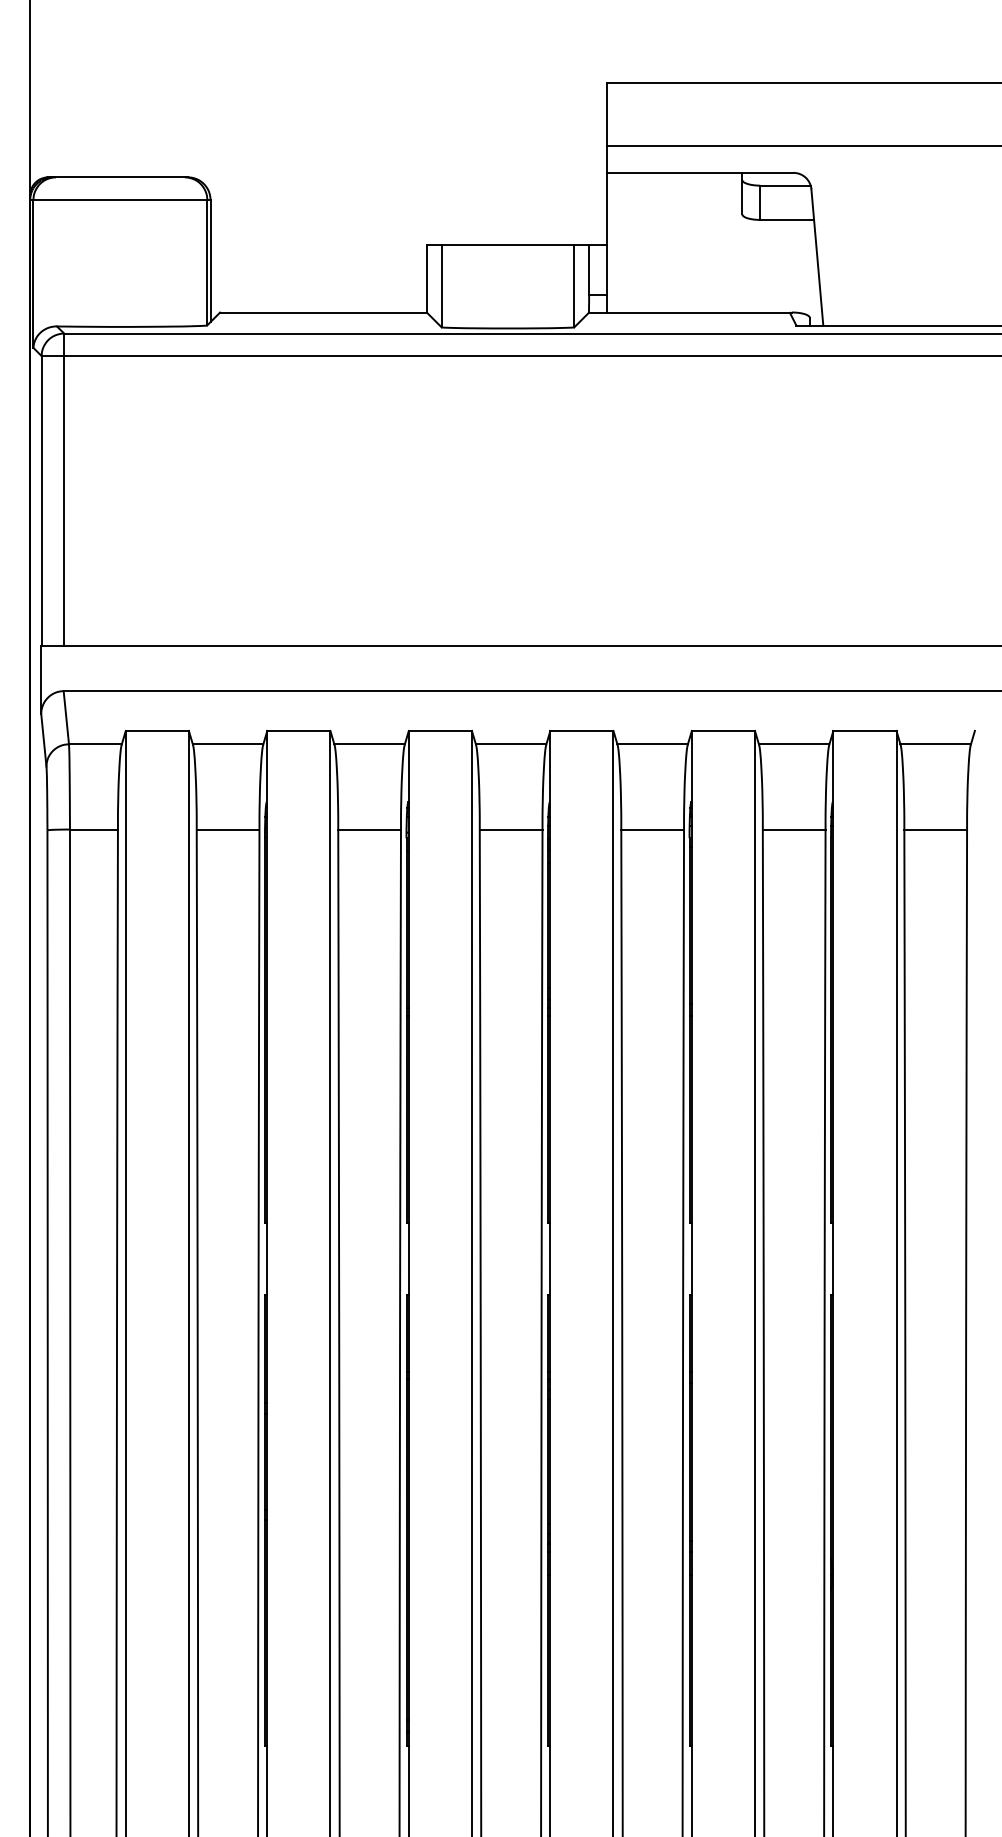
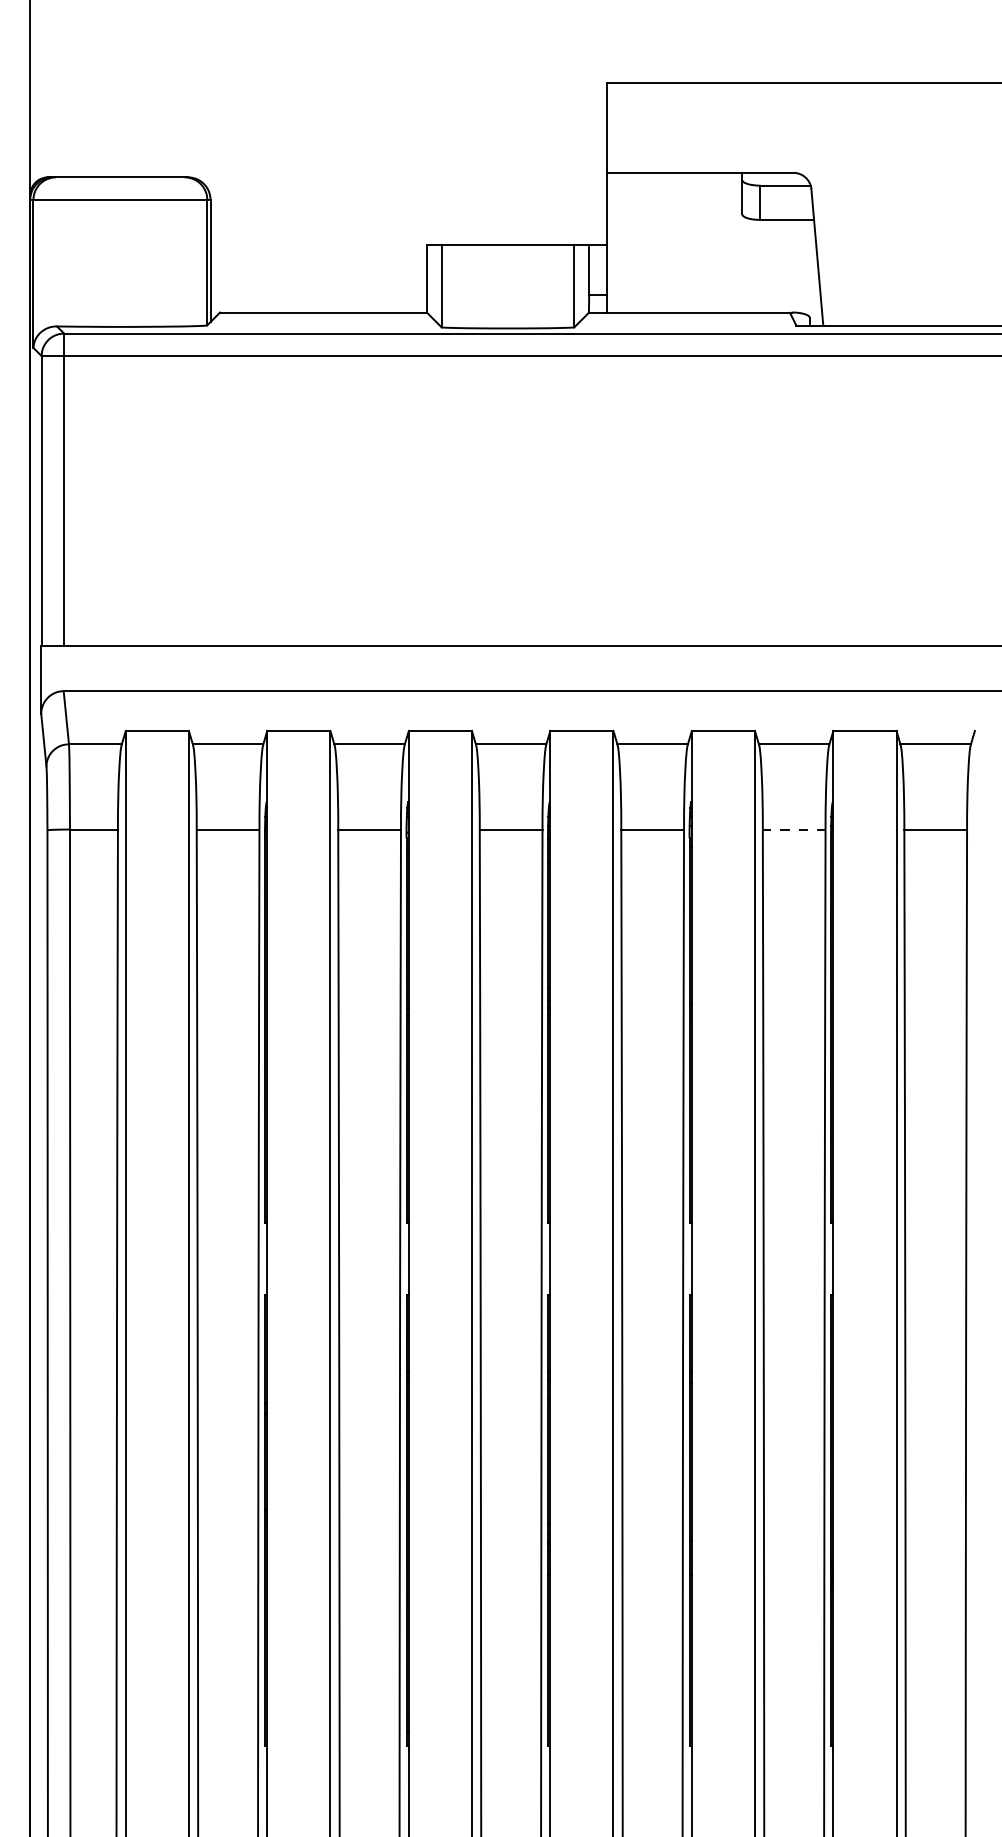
line at (802, 145): present -> none
line at (793, 829): solid -> dashed
